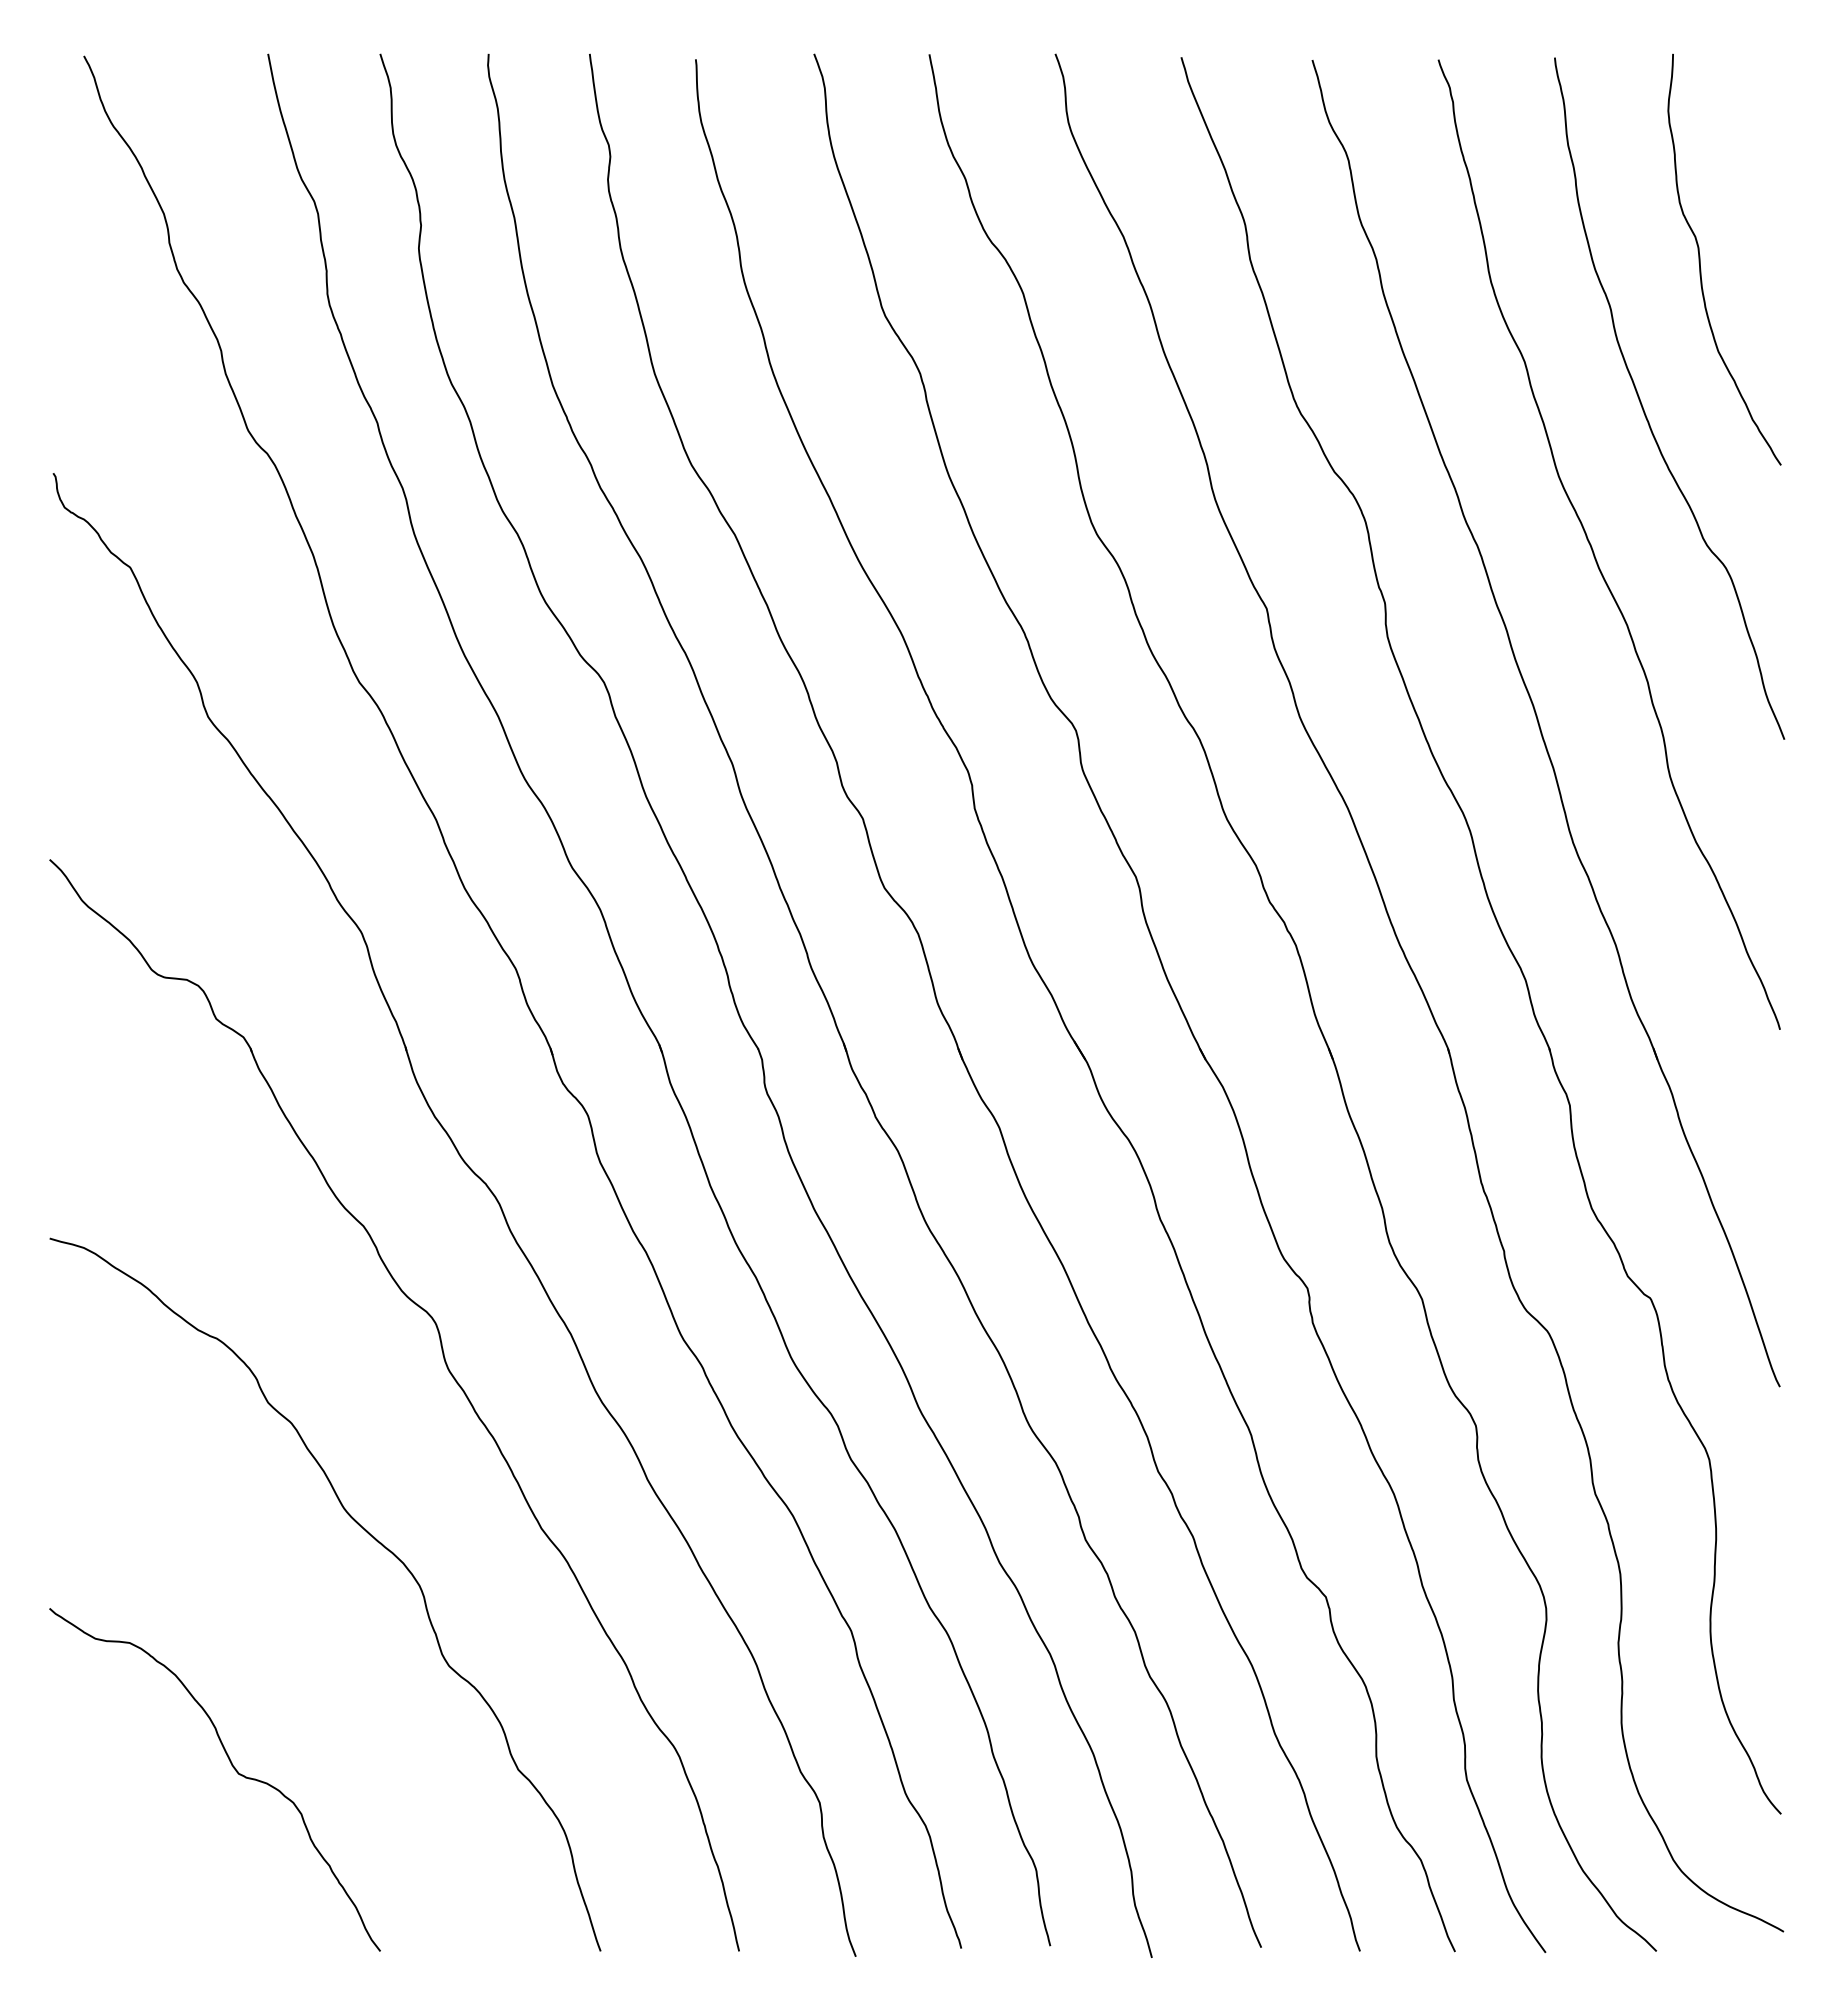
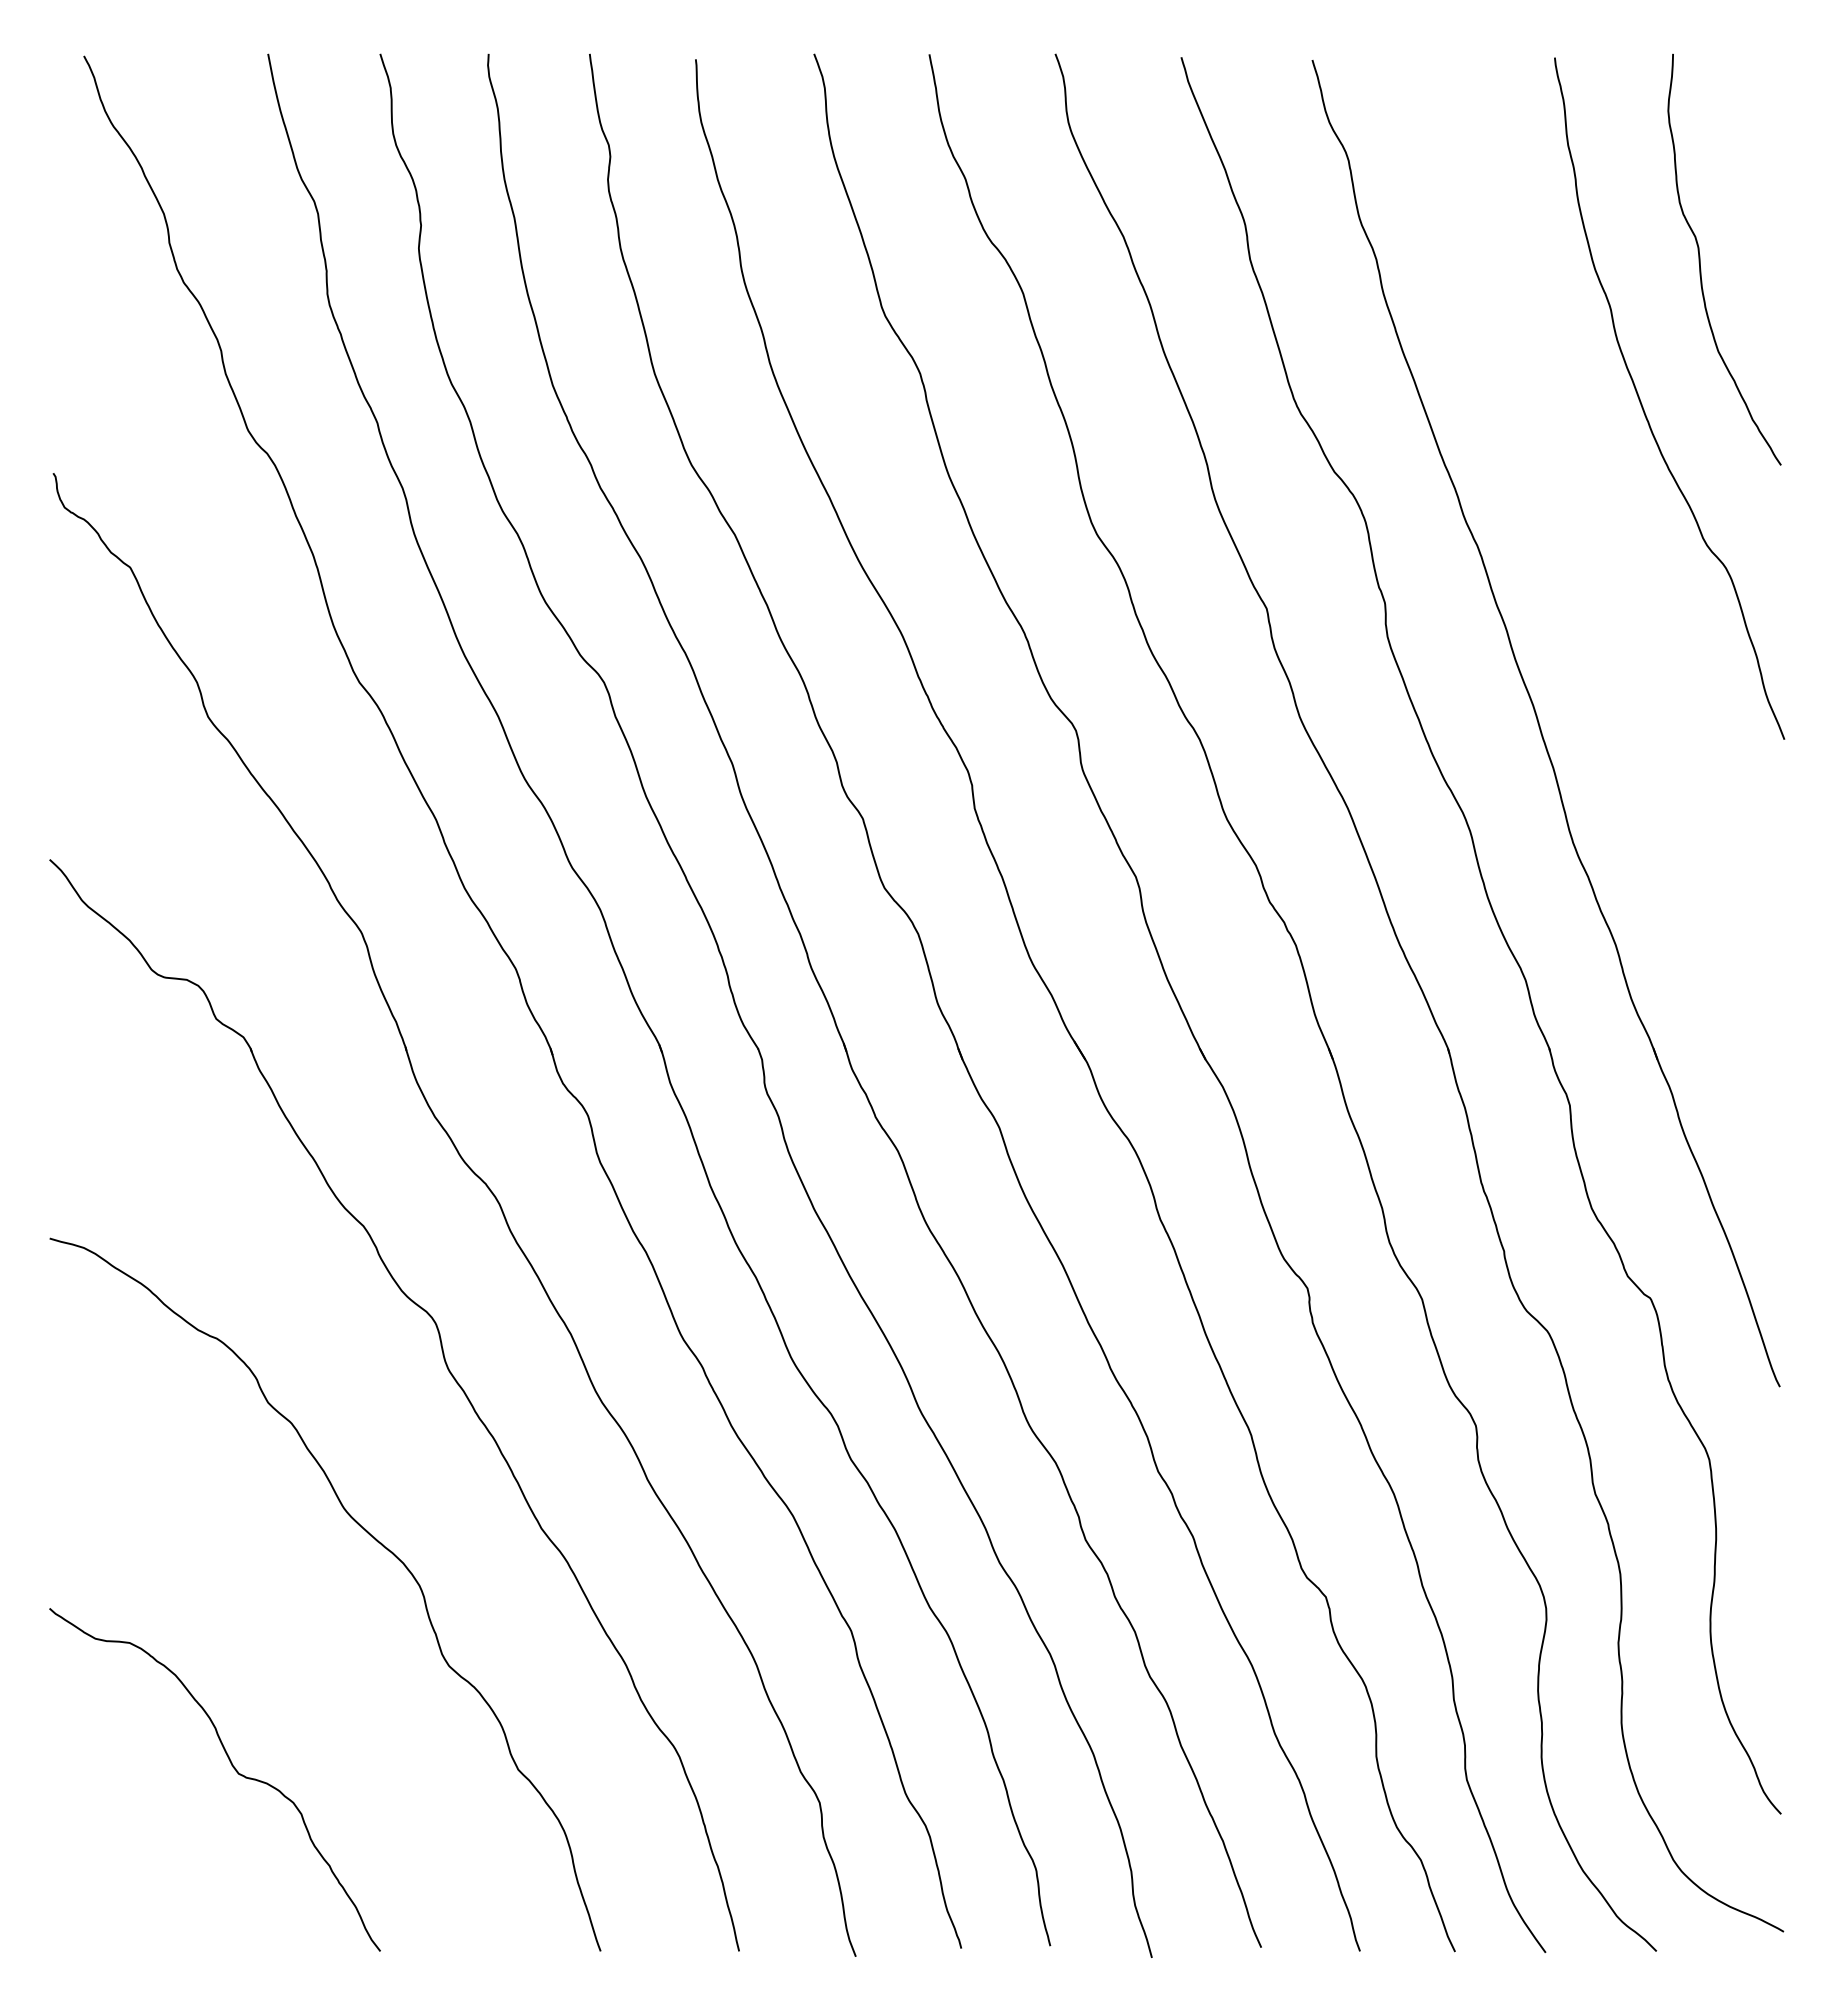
curve at (1593, 549): present -> none
